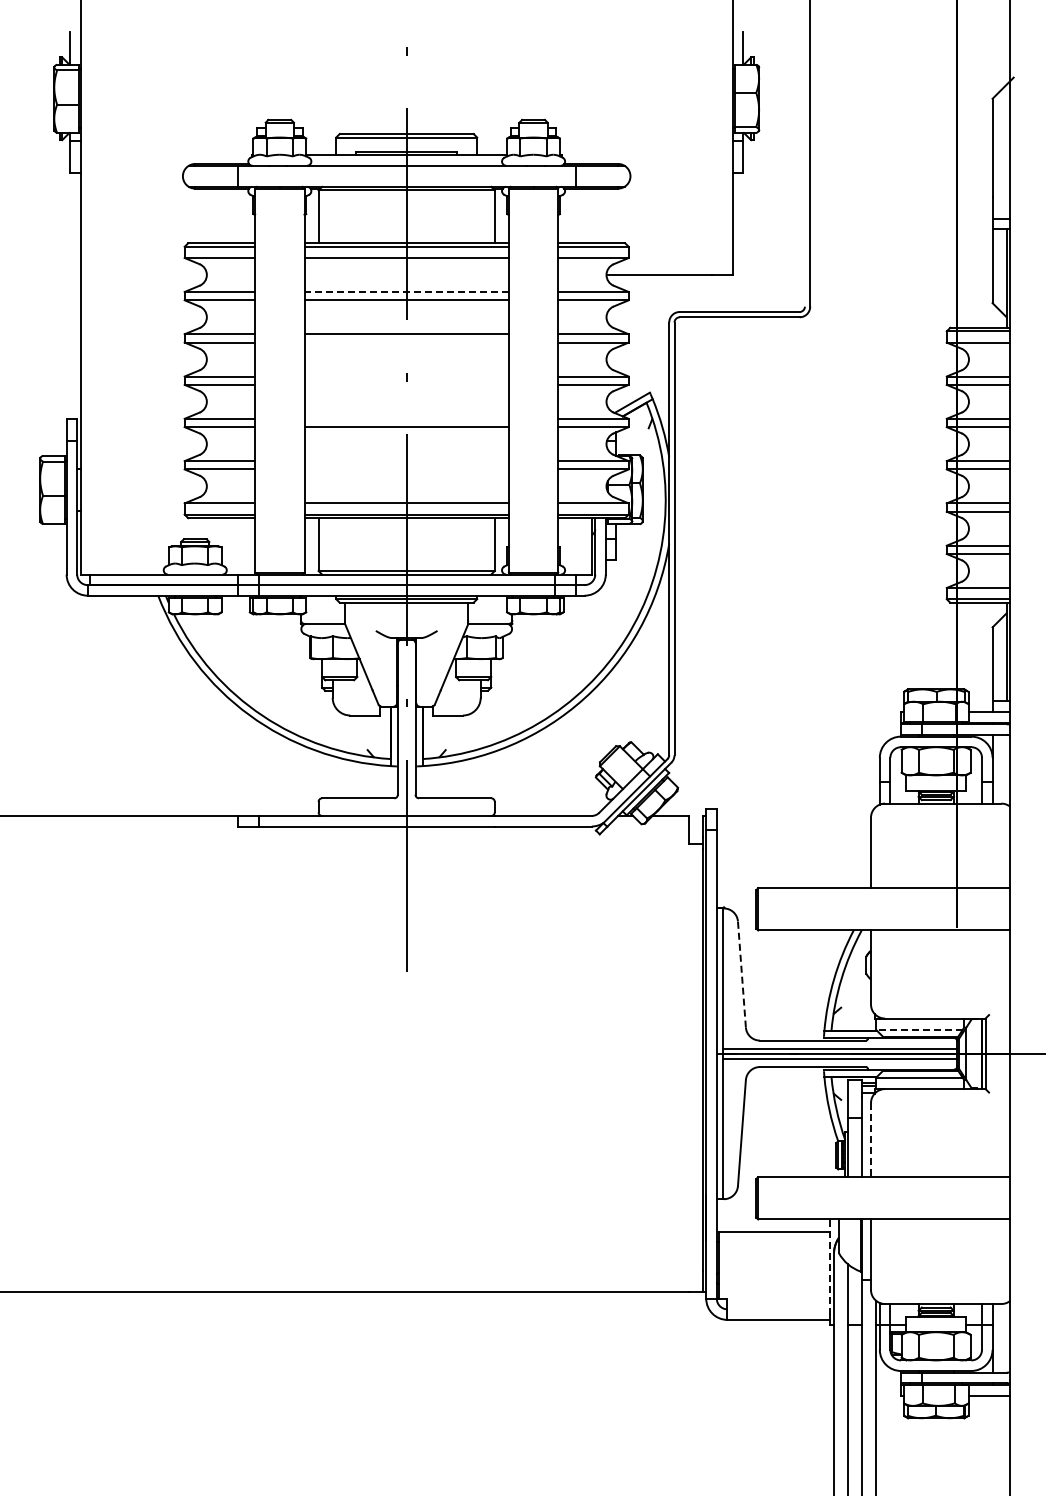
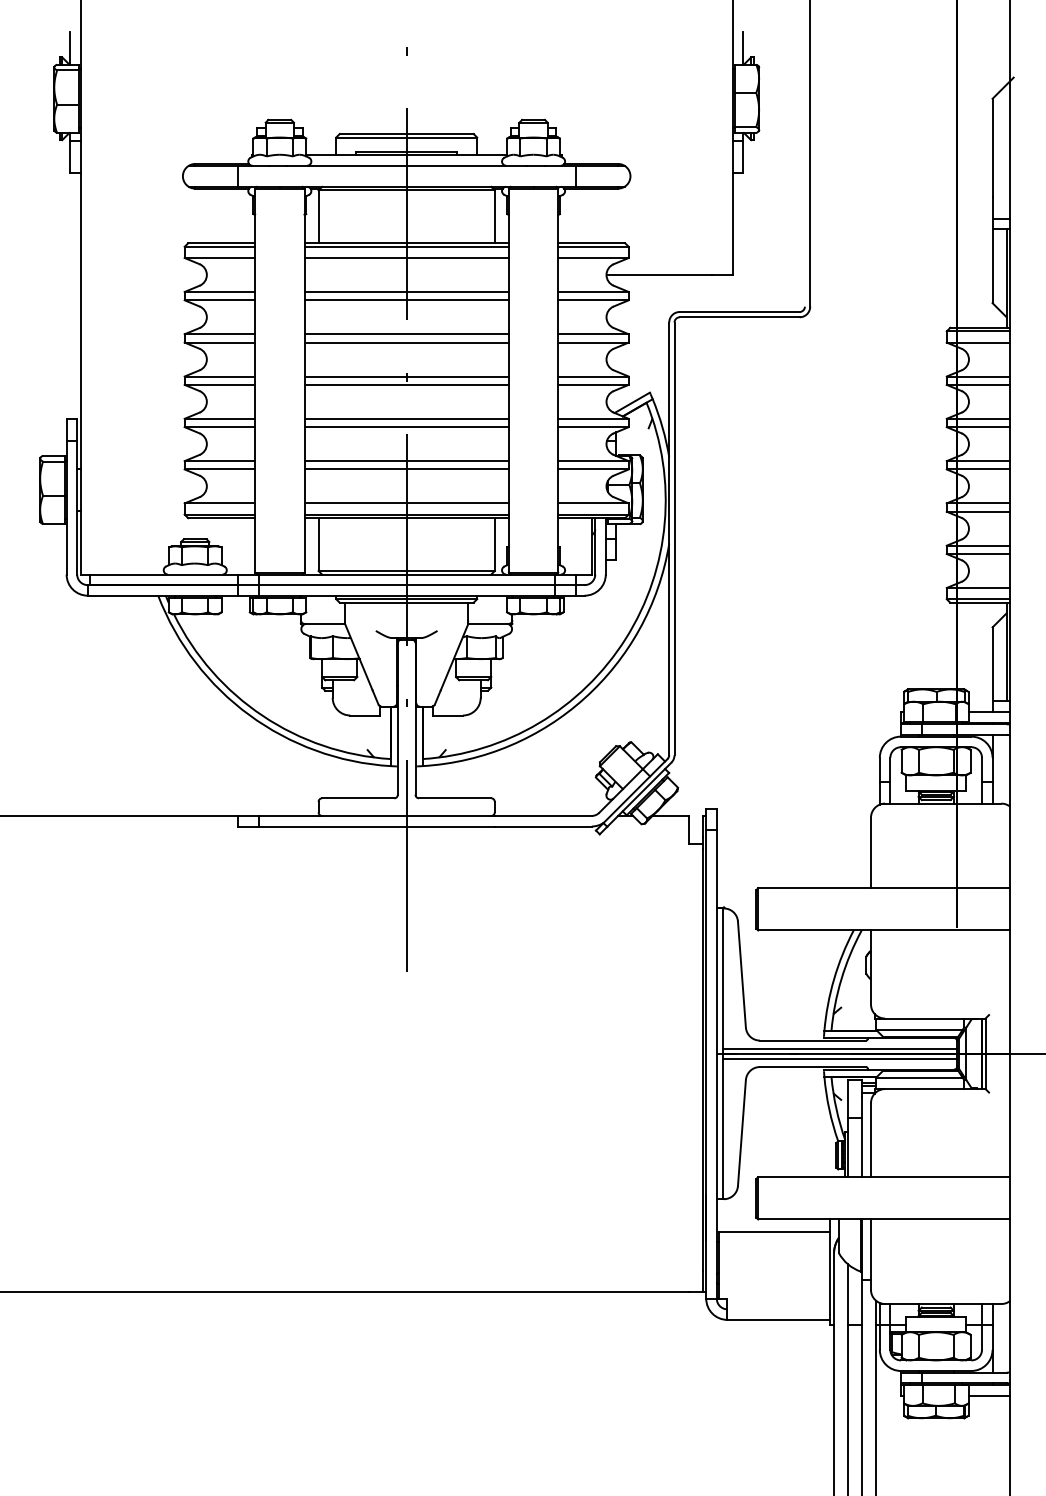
line at (406, 291): dashed -> solid
line at (406, 342): none -> present
line at (406, 376): none -> present
line at (406, 384): none -> present
line at (406, 418): none -> present
line at (406, 461): none -> present
line at (406, 469): none -> present
line at (741, 974): dashed -> solid
line at (918, 1030): dashed -> solid
line at (871, 1140): dashed -> solid
line at (829, 1267): dashed -> solid
